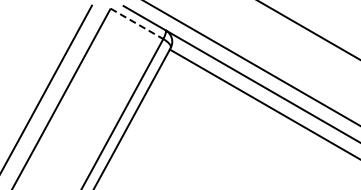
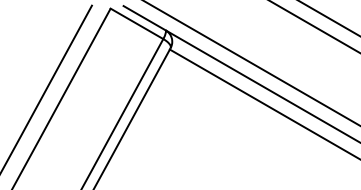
line at (329, 18): none -> present
line at (137, 24): dashed -> solid
line at (308, 30) position: (308, 30) -> (314, 26)
